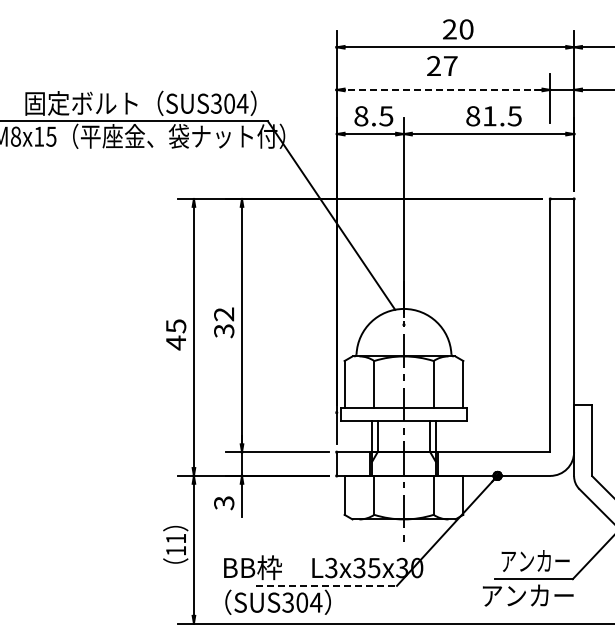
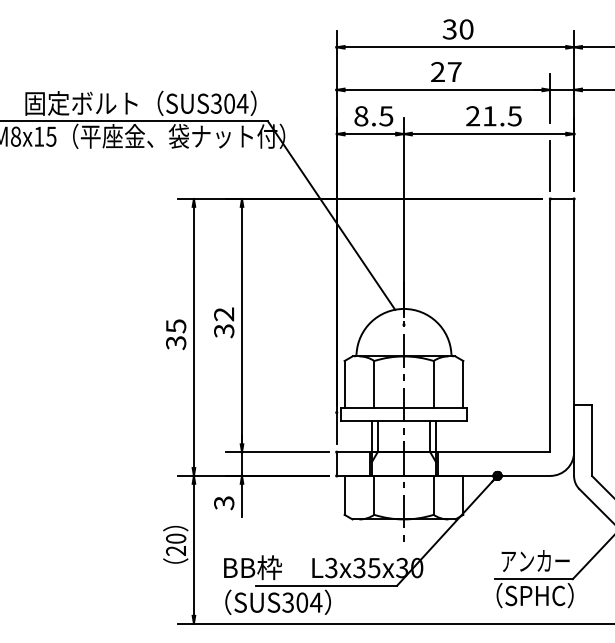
text at (449, 29): 20 -> 30
text at (442, 65) position: (442, 65) -> (446, 71)
line at (443, 89): dashed -> solid
text at (473, 116): 81.5 -> 21.5
line at (550, 166): none -> present
text at (176, 342): 45 -> 35
text at (176, 544): 11 -> 20
line at (326, 585): dashed -> solid
text at (527, 595): アンカー -> （SPHC）
